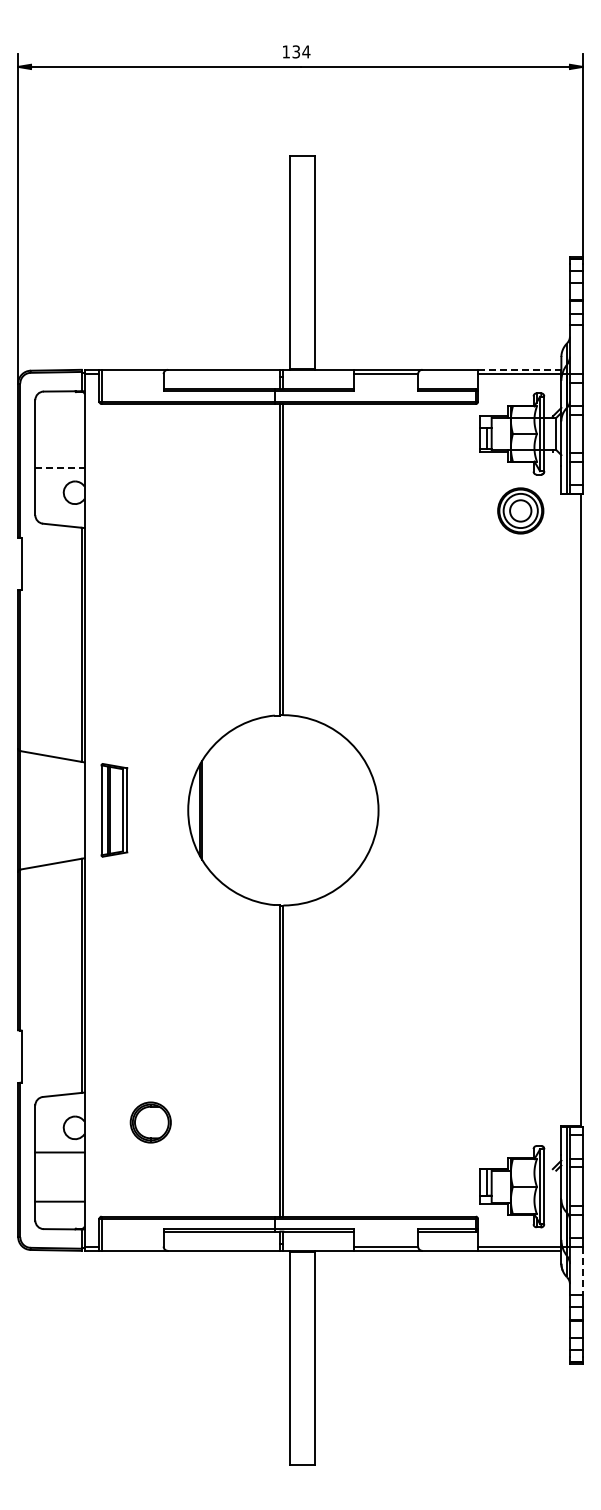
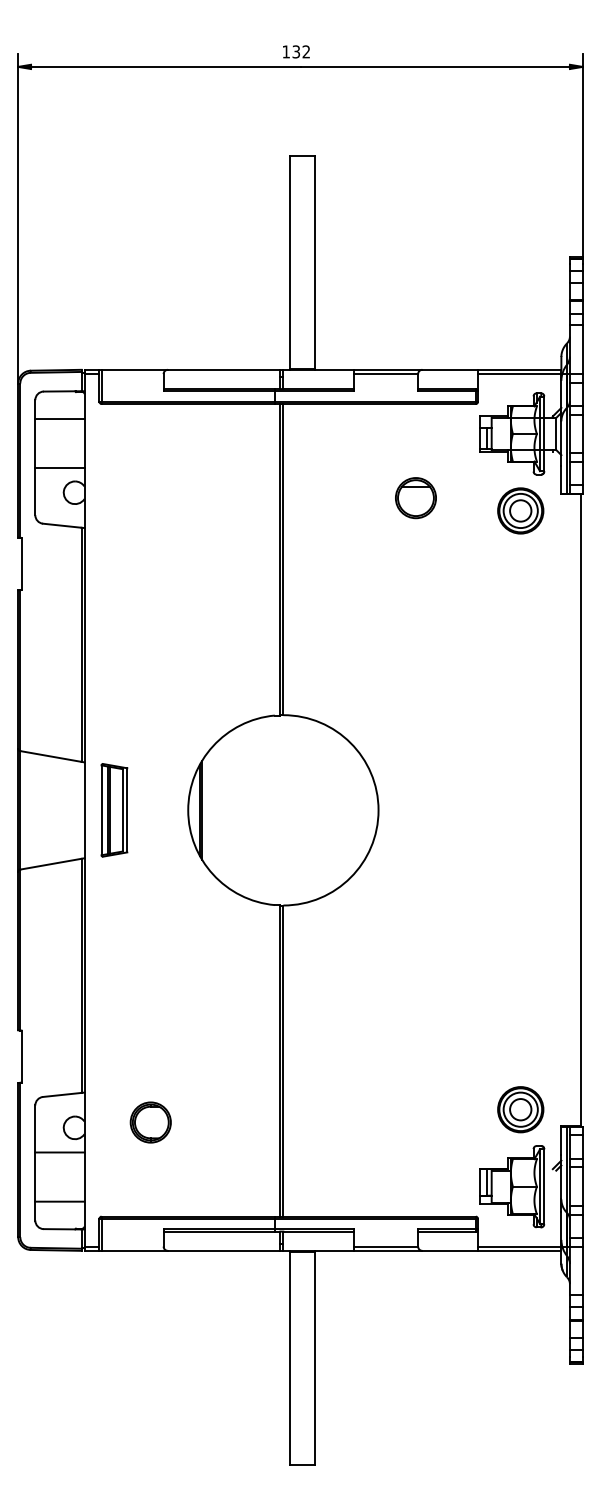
text at (306, 51): 134 -> 132
line at (519, 369): dashed -> solid
line at (59, 419): none -> present
line at (59, 468): dashed -> solid
part at (415, 498): none -> present
part at (520, 1109): none -> present
line at (582, 1271): dashed -> solid
